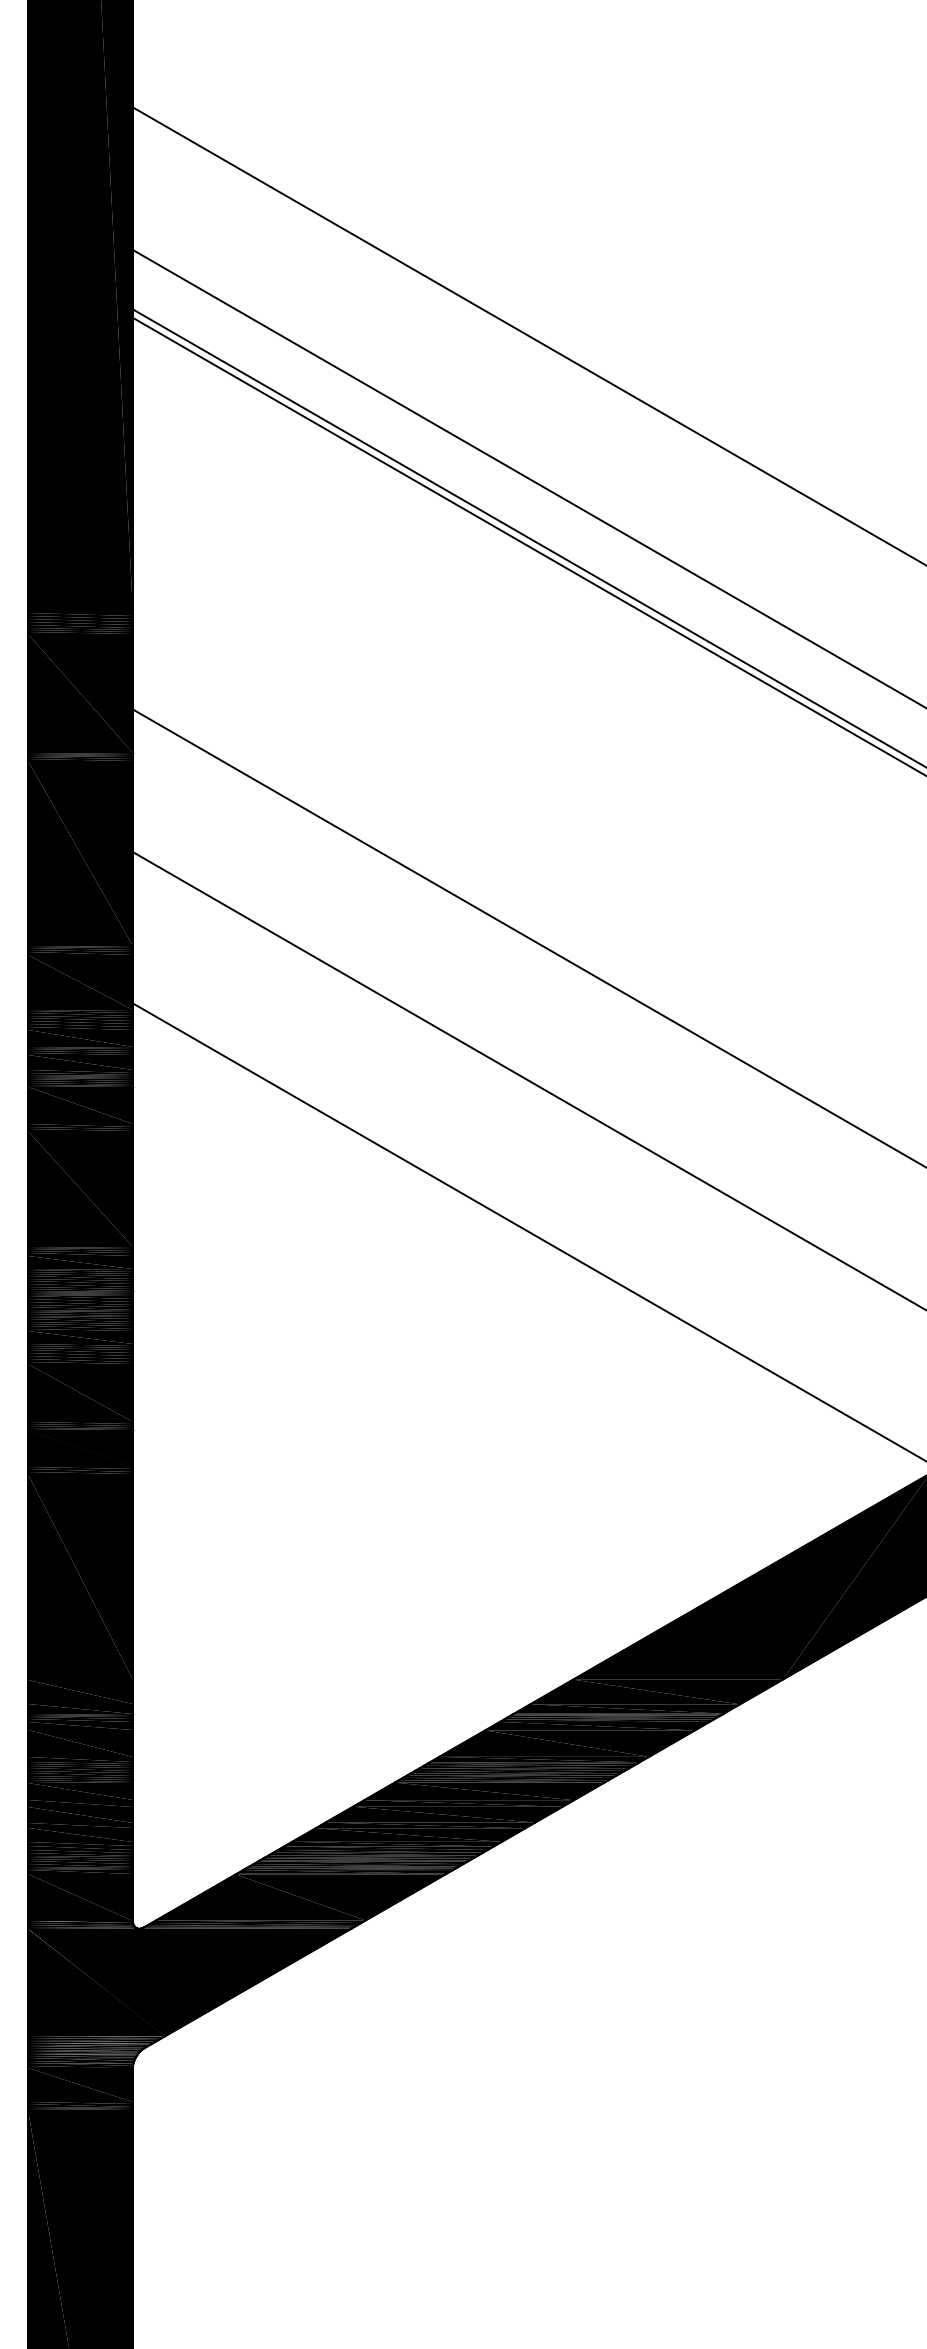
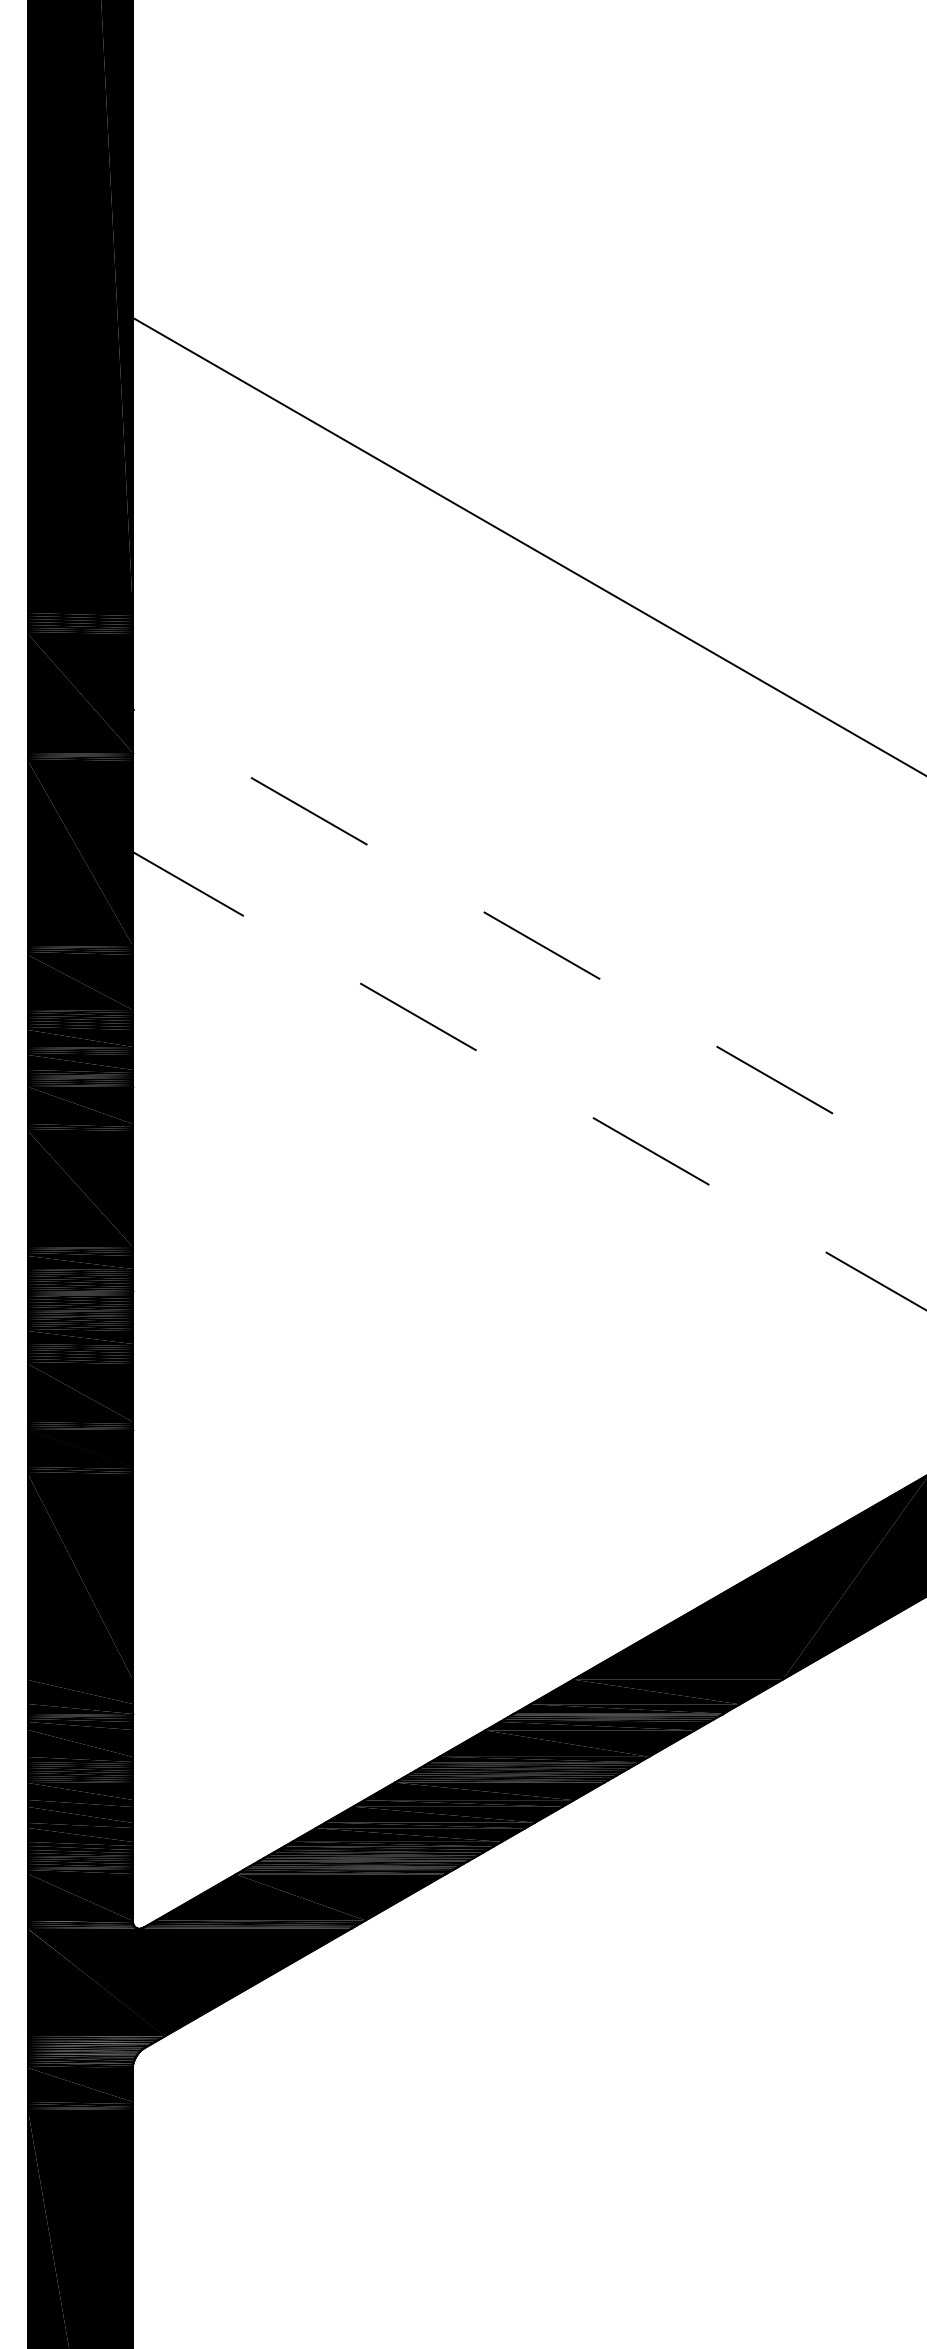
line at (527, 335): present -> none
line at (527, 477): present -> none
line at (527, 537): present -> none
line at (529, 938): solid -> dashed
line at (529, 1080): solid -> dashed
line at (527, 1231): present -> none
